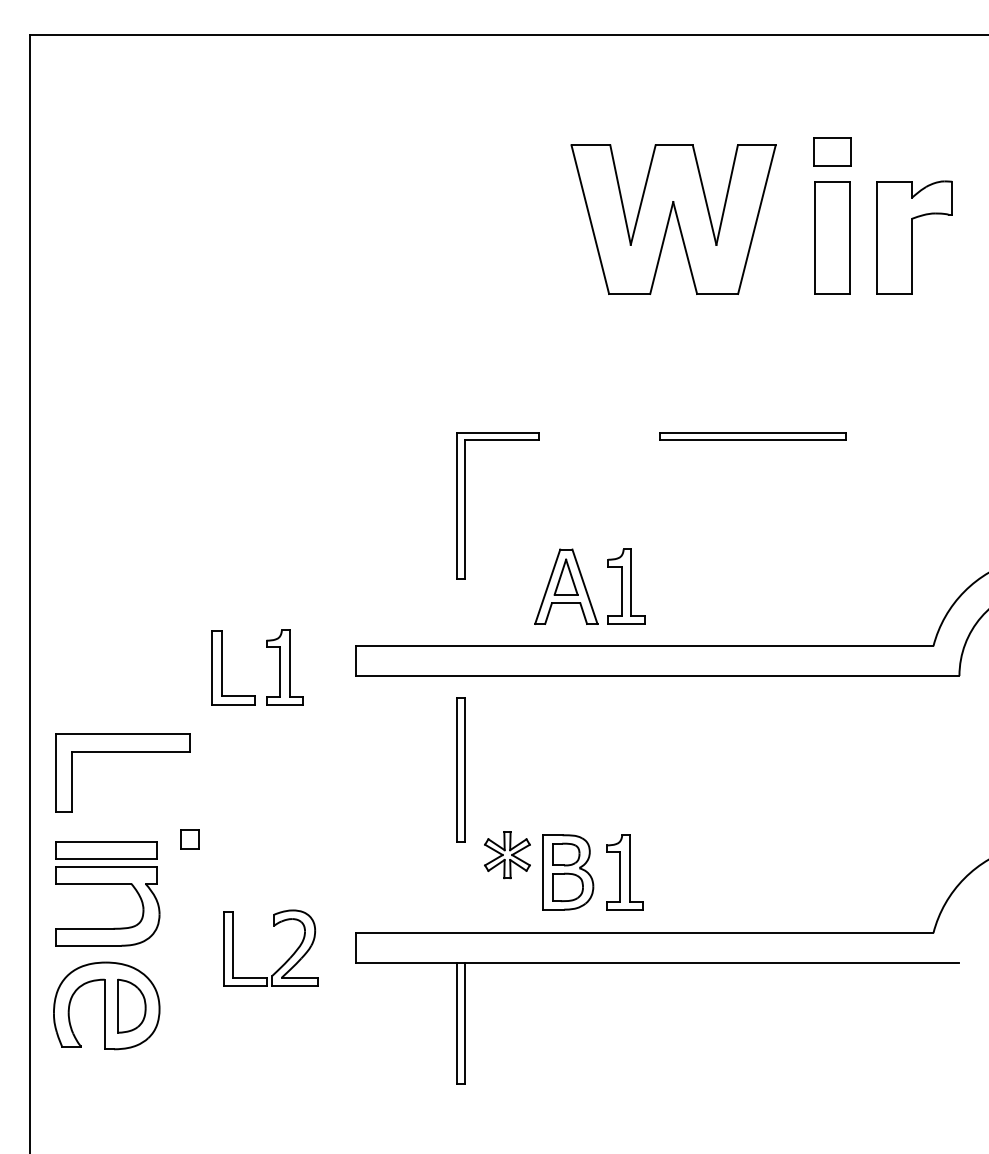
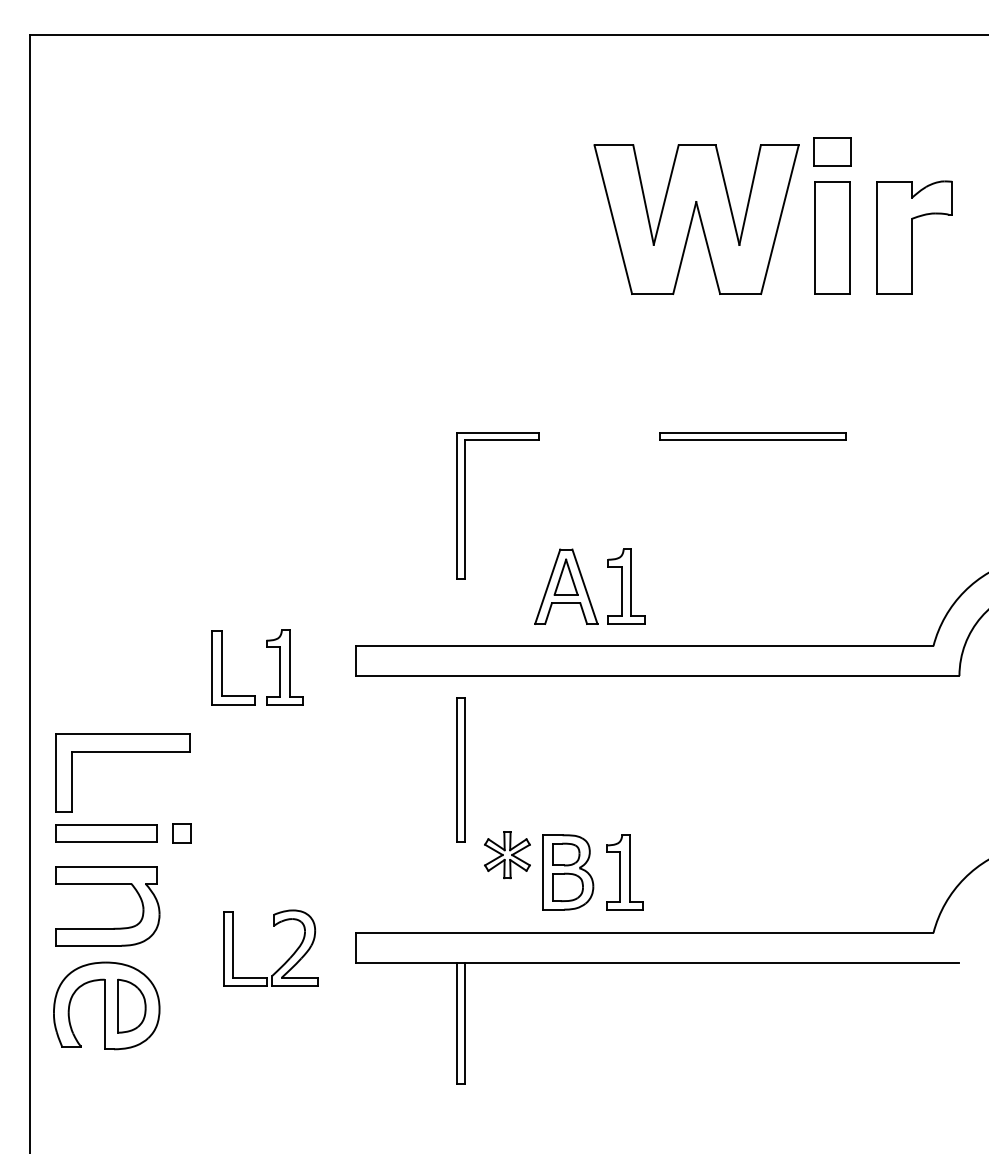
part at (673, 219) position: (673, 219) -> (696, 219)
part at (189, 839) position: (189, 839) -> (181, 833)
part at (106, 850) position: (106, 850) -> (106, 833)
